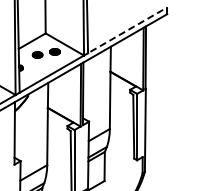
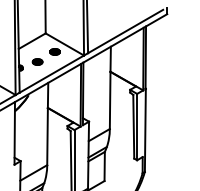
line at (125, 31): dashed -> solid
part at (37, 54) position: (37, 54) -> (37, 61)
